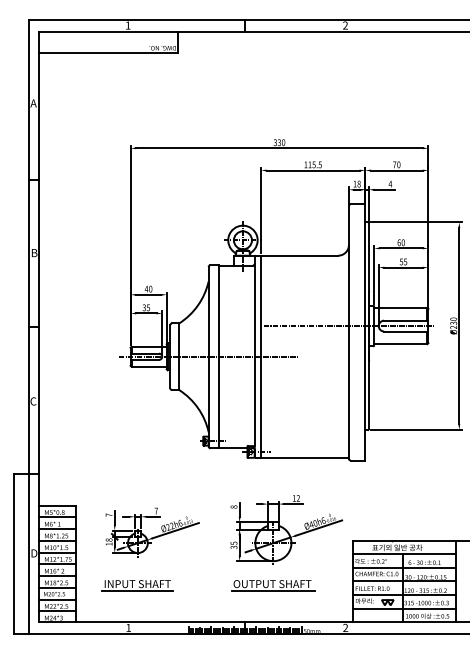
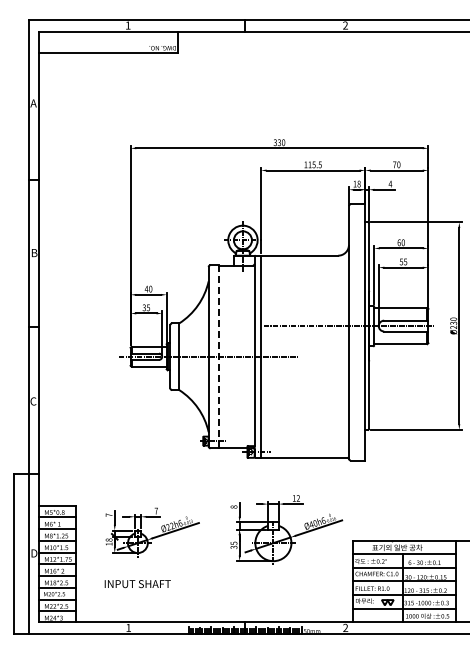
line at (218, 357): solid -> dashed
part at (273, 585): present -> none
line at (137, 590): present -> none
